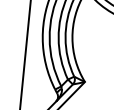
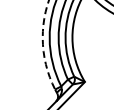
arc at (42, 44): solid -> dashed
line at (25, 54): present -> none
